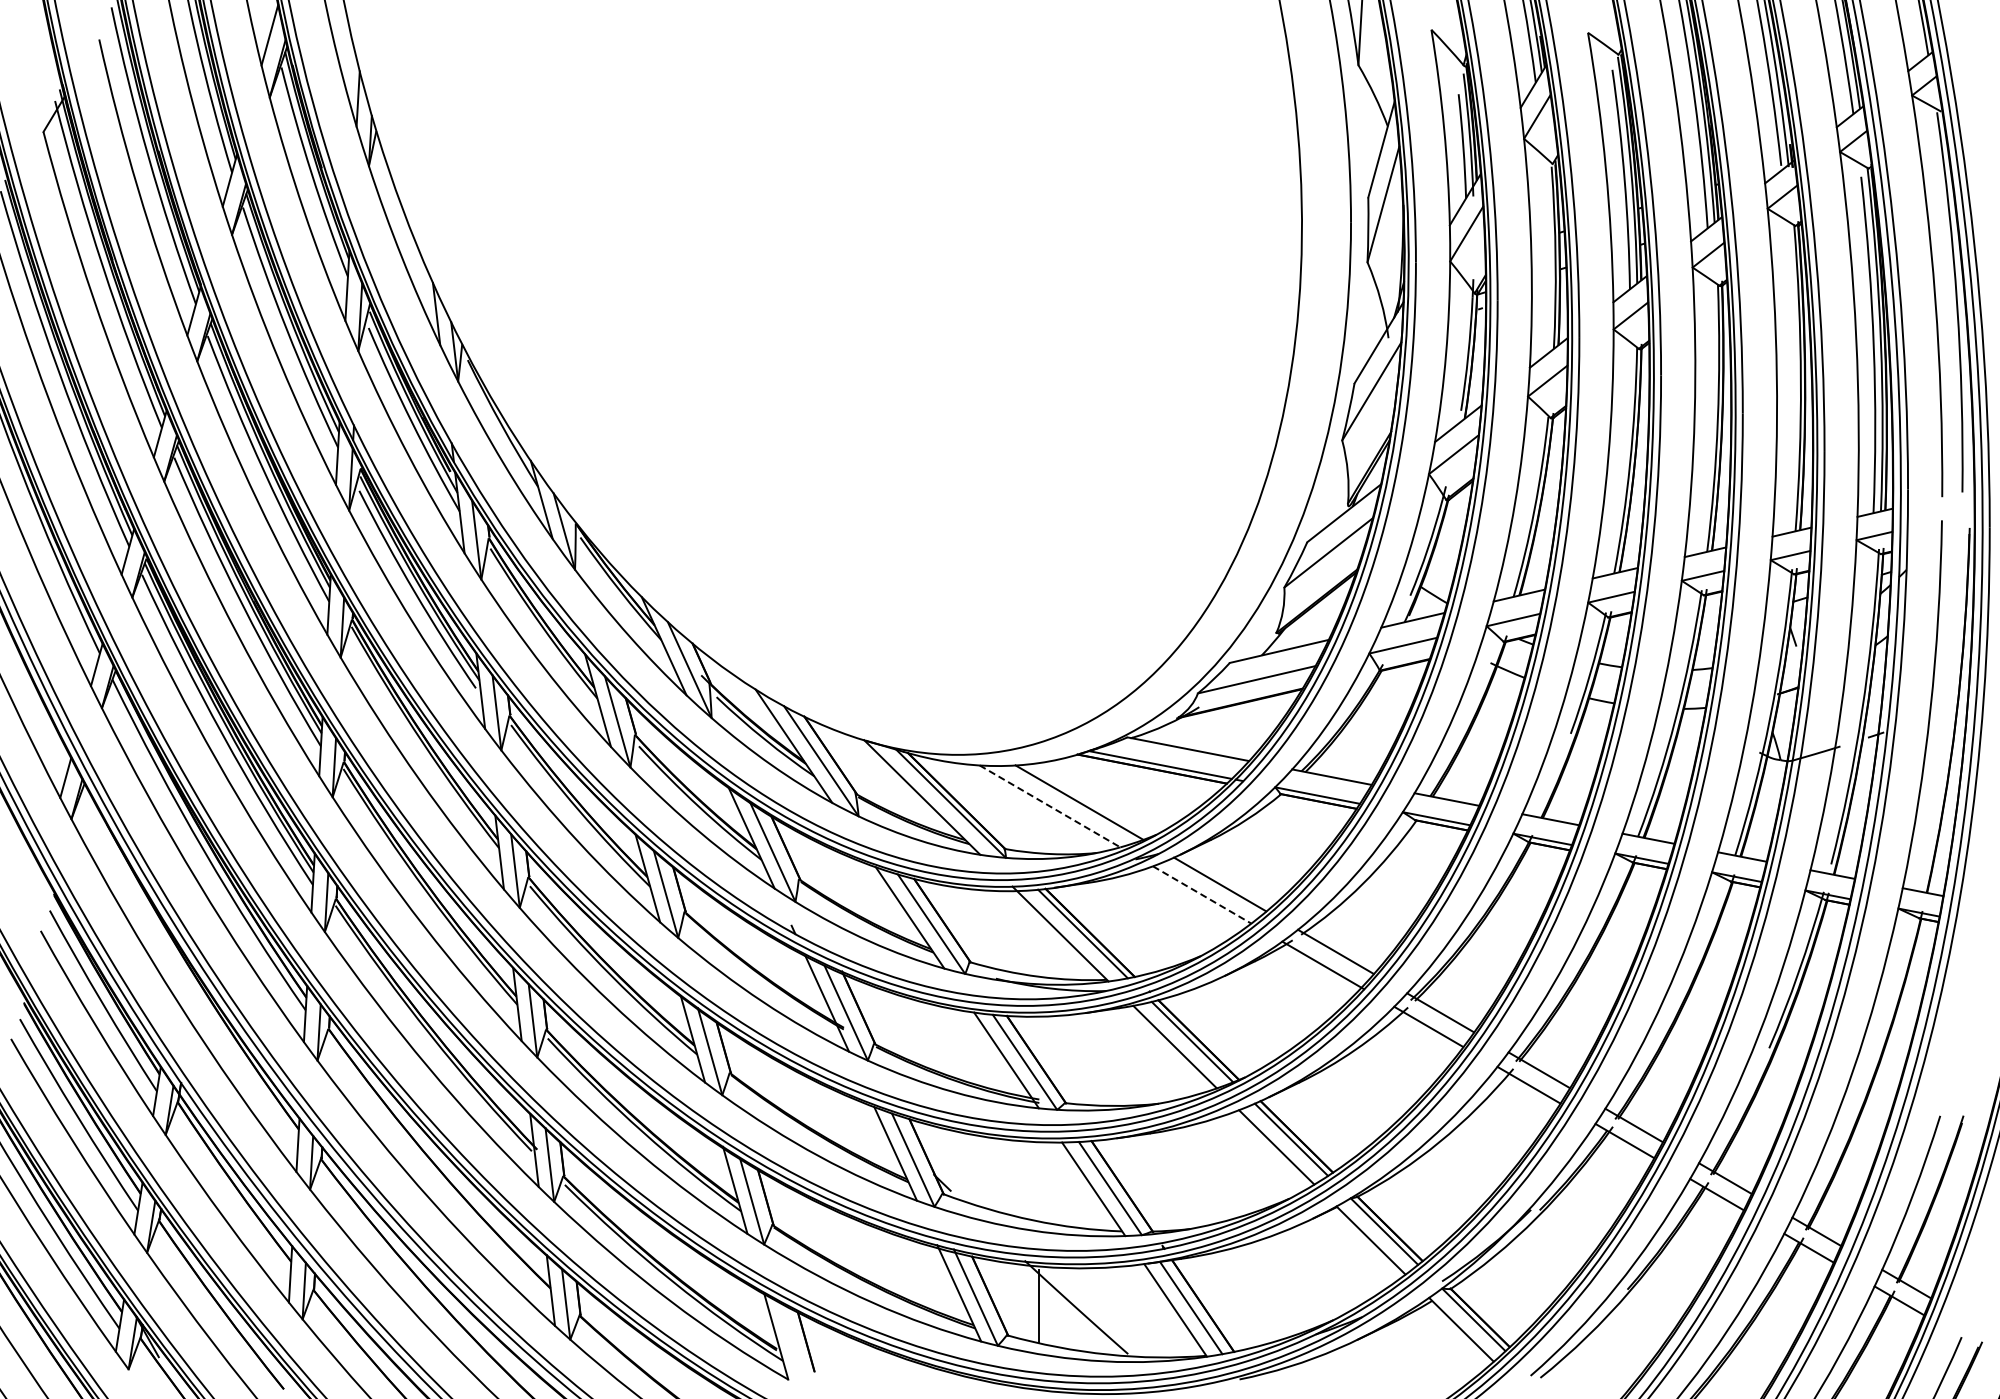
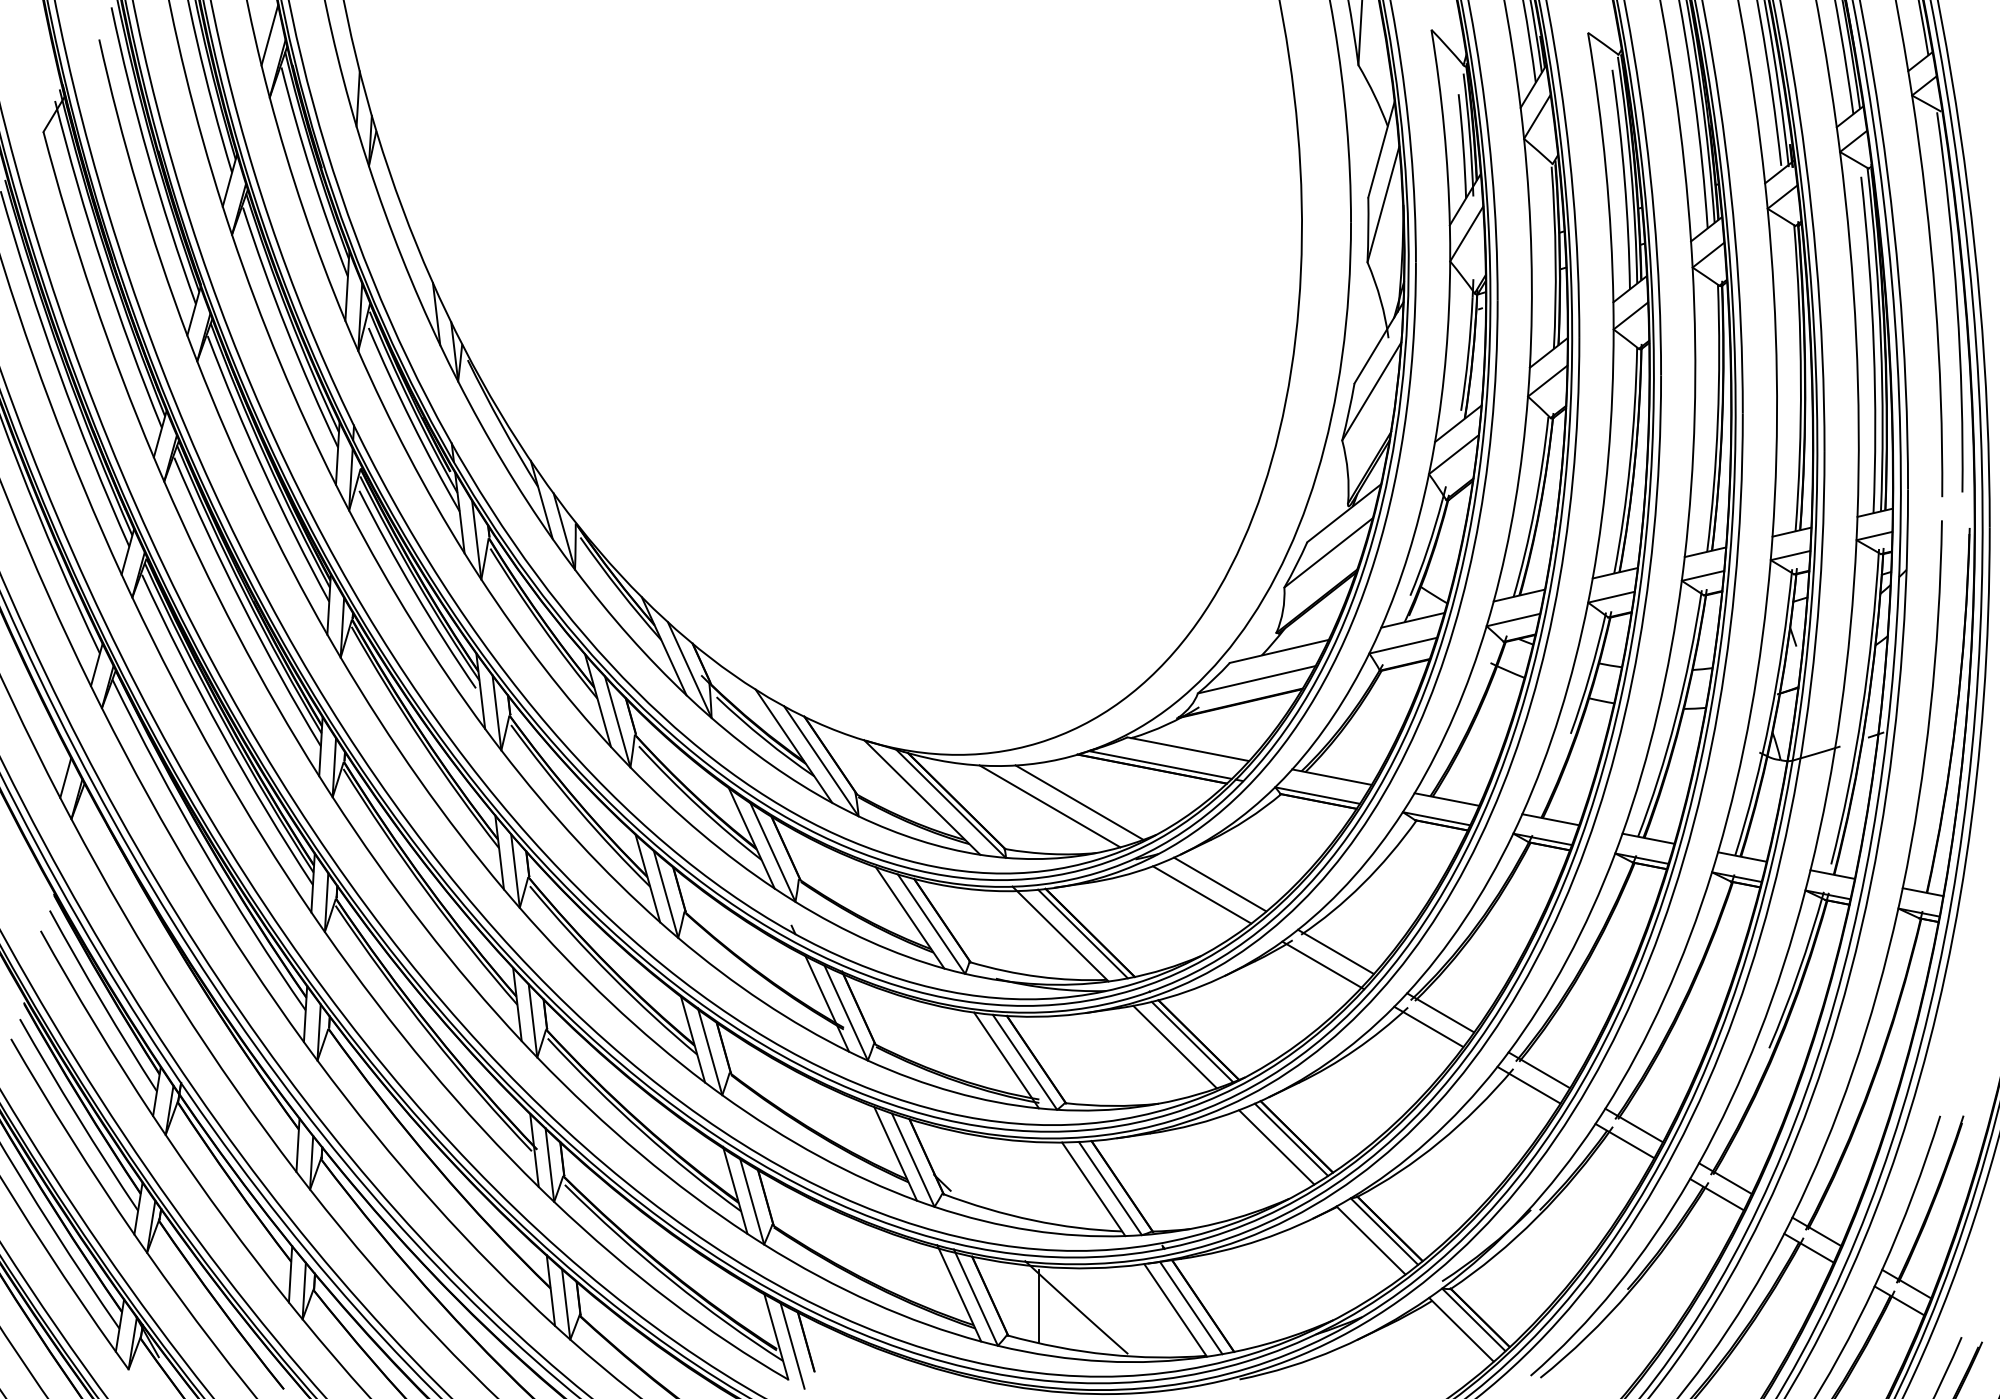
line at (1050, 806): dashed -> solid
line at (1202, 894): dashed -> solid
line at (792, 1345): none -> present
